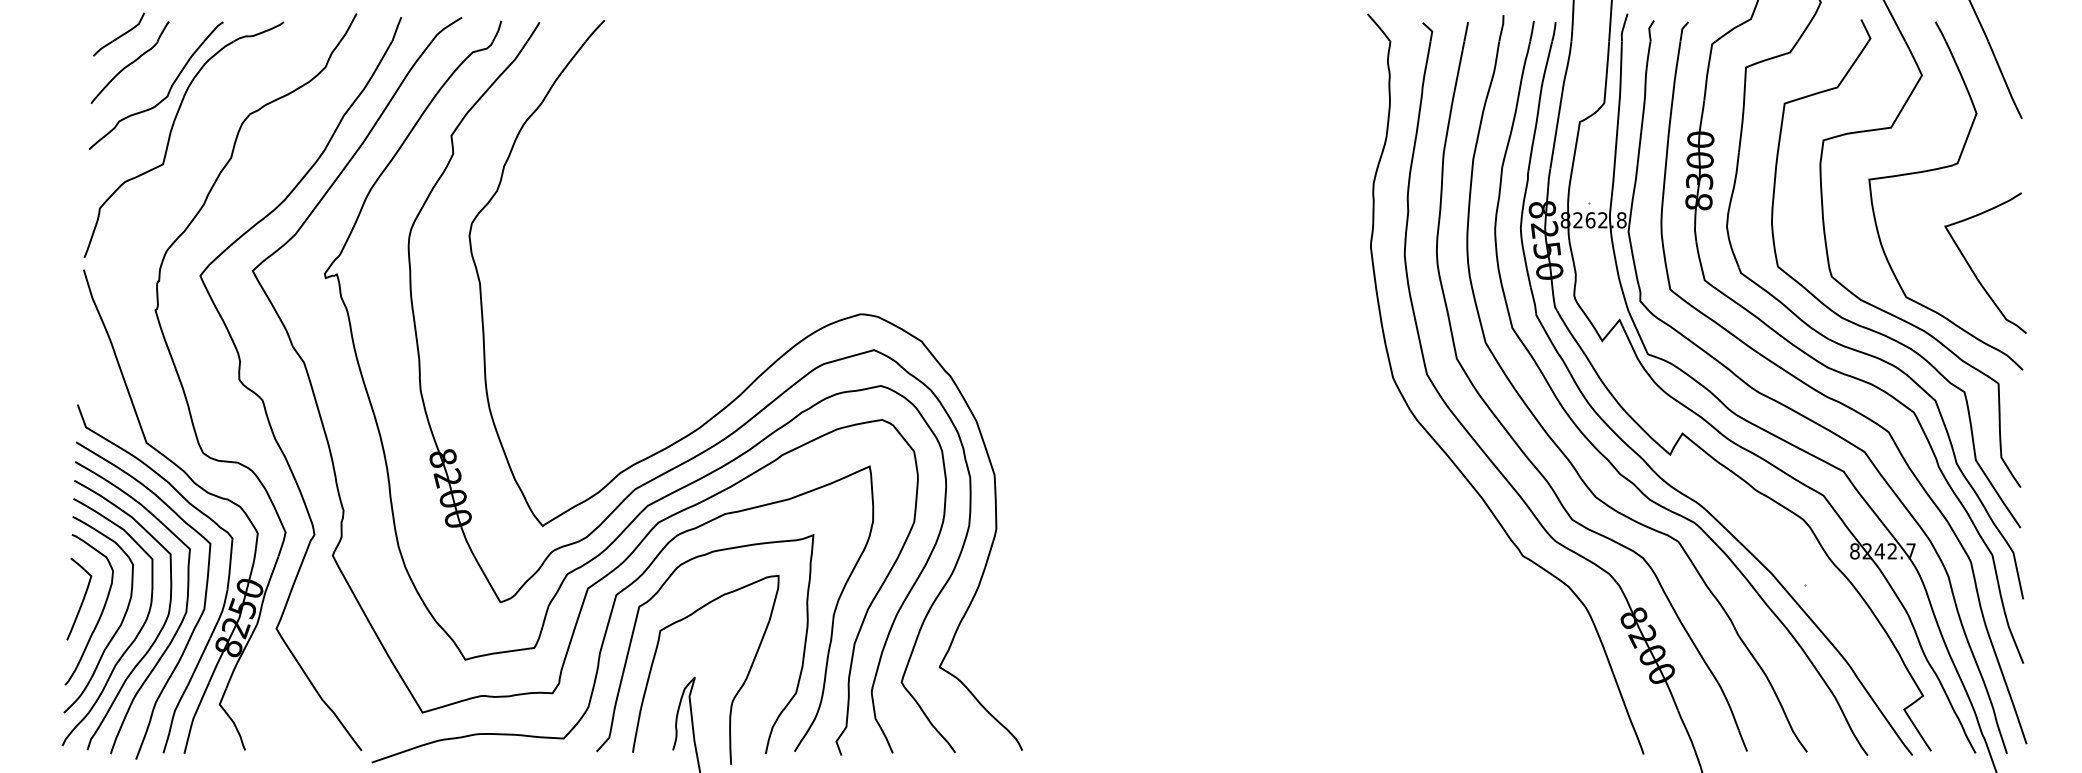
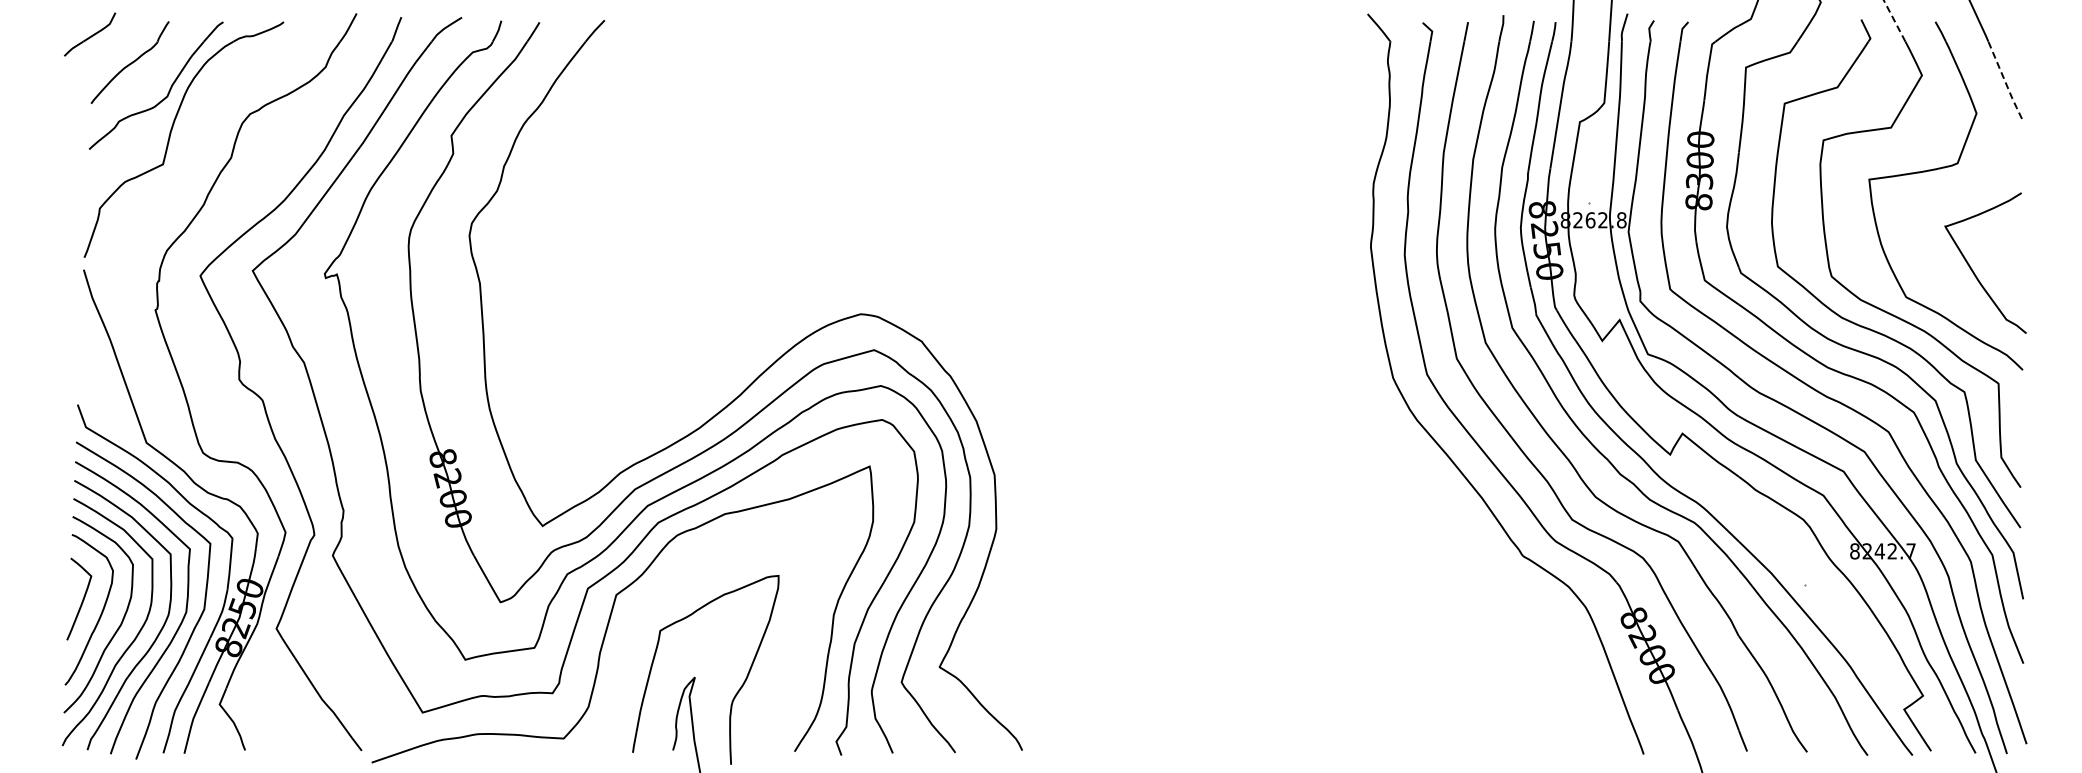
line at (1894, 20): solid -> dashed
part at (119, 34) position: (119, 34) -> (90, 34)
line at (2005, 82): solid -> dashed
curve at (656, 594): present -> none
